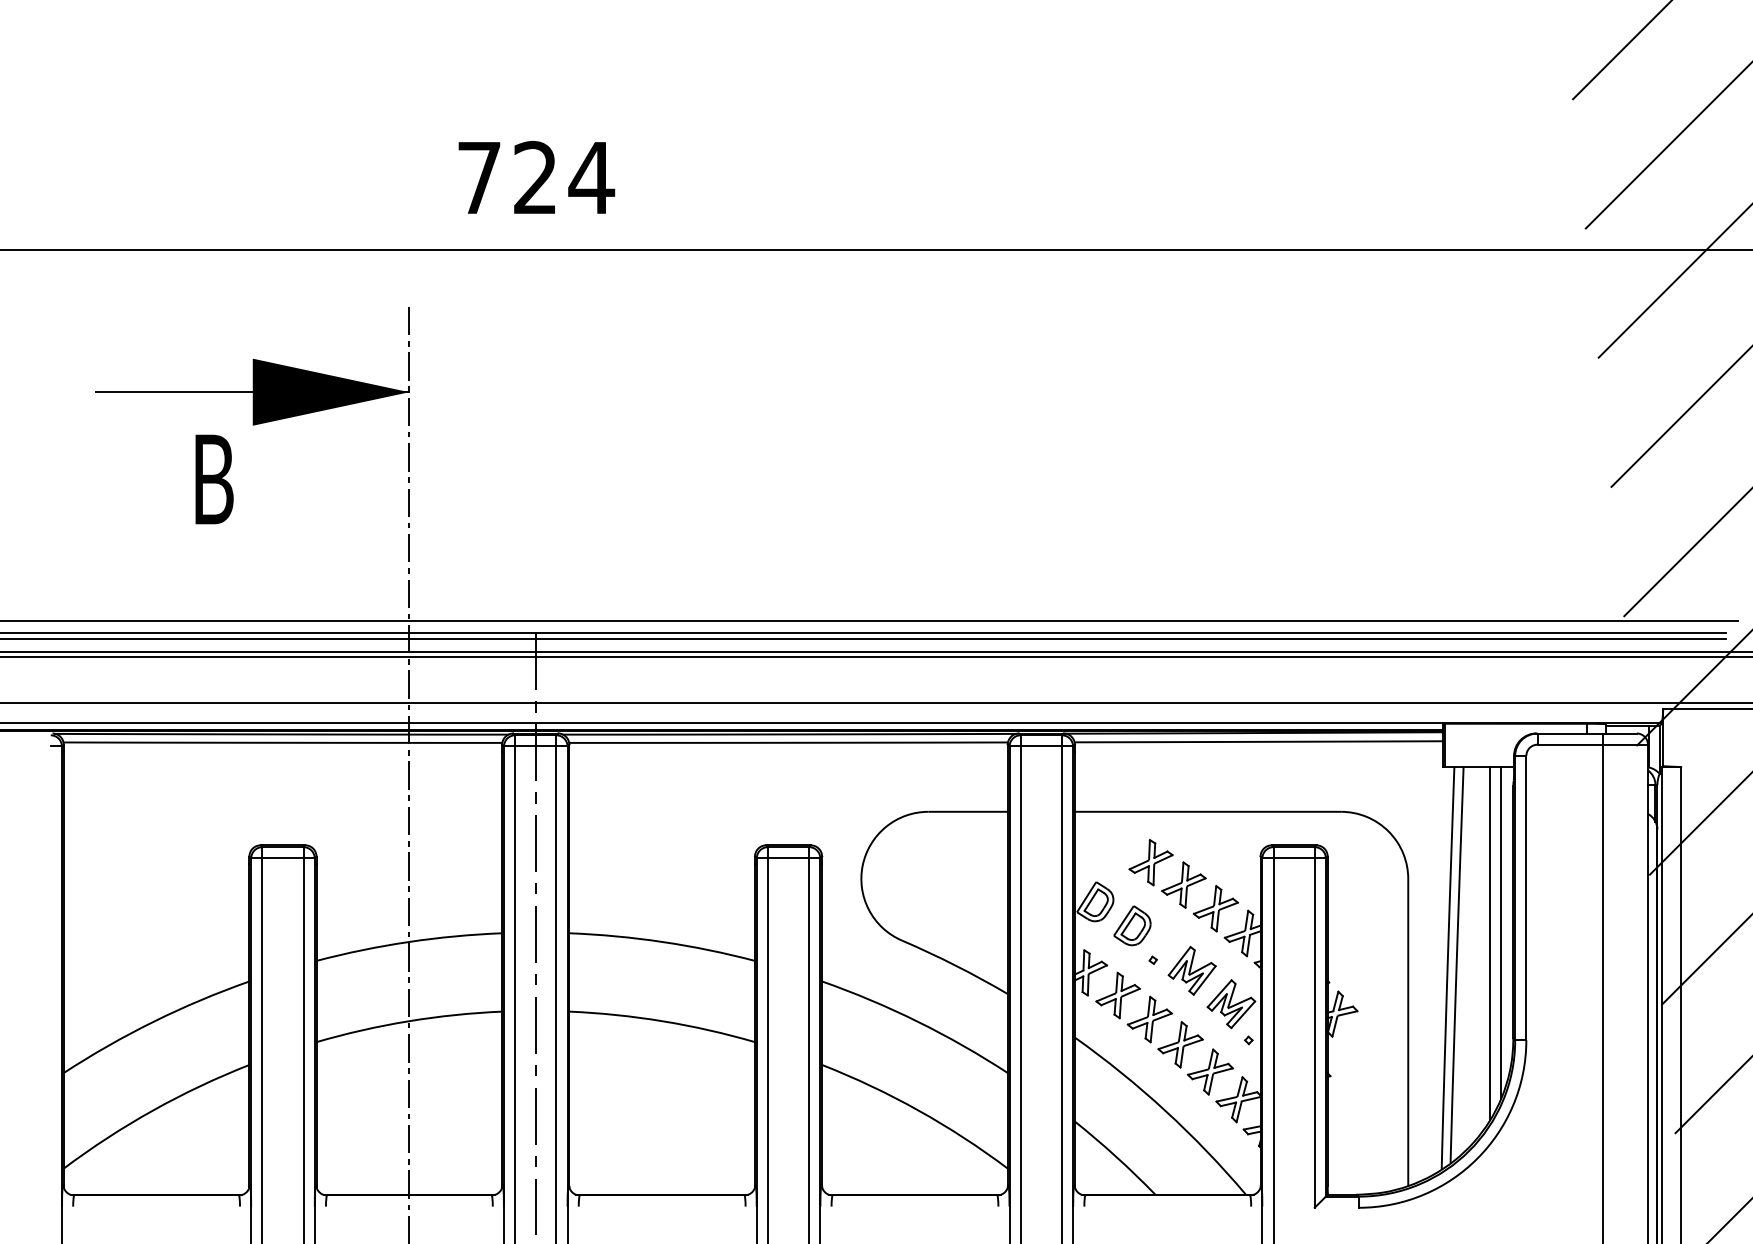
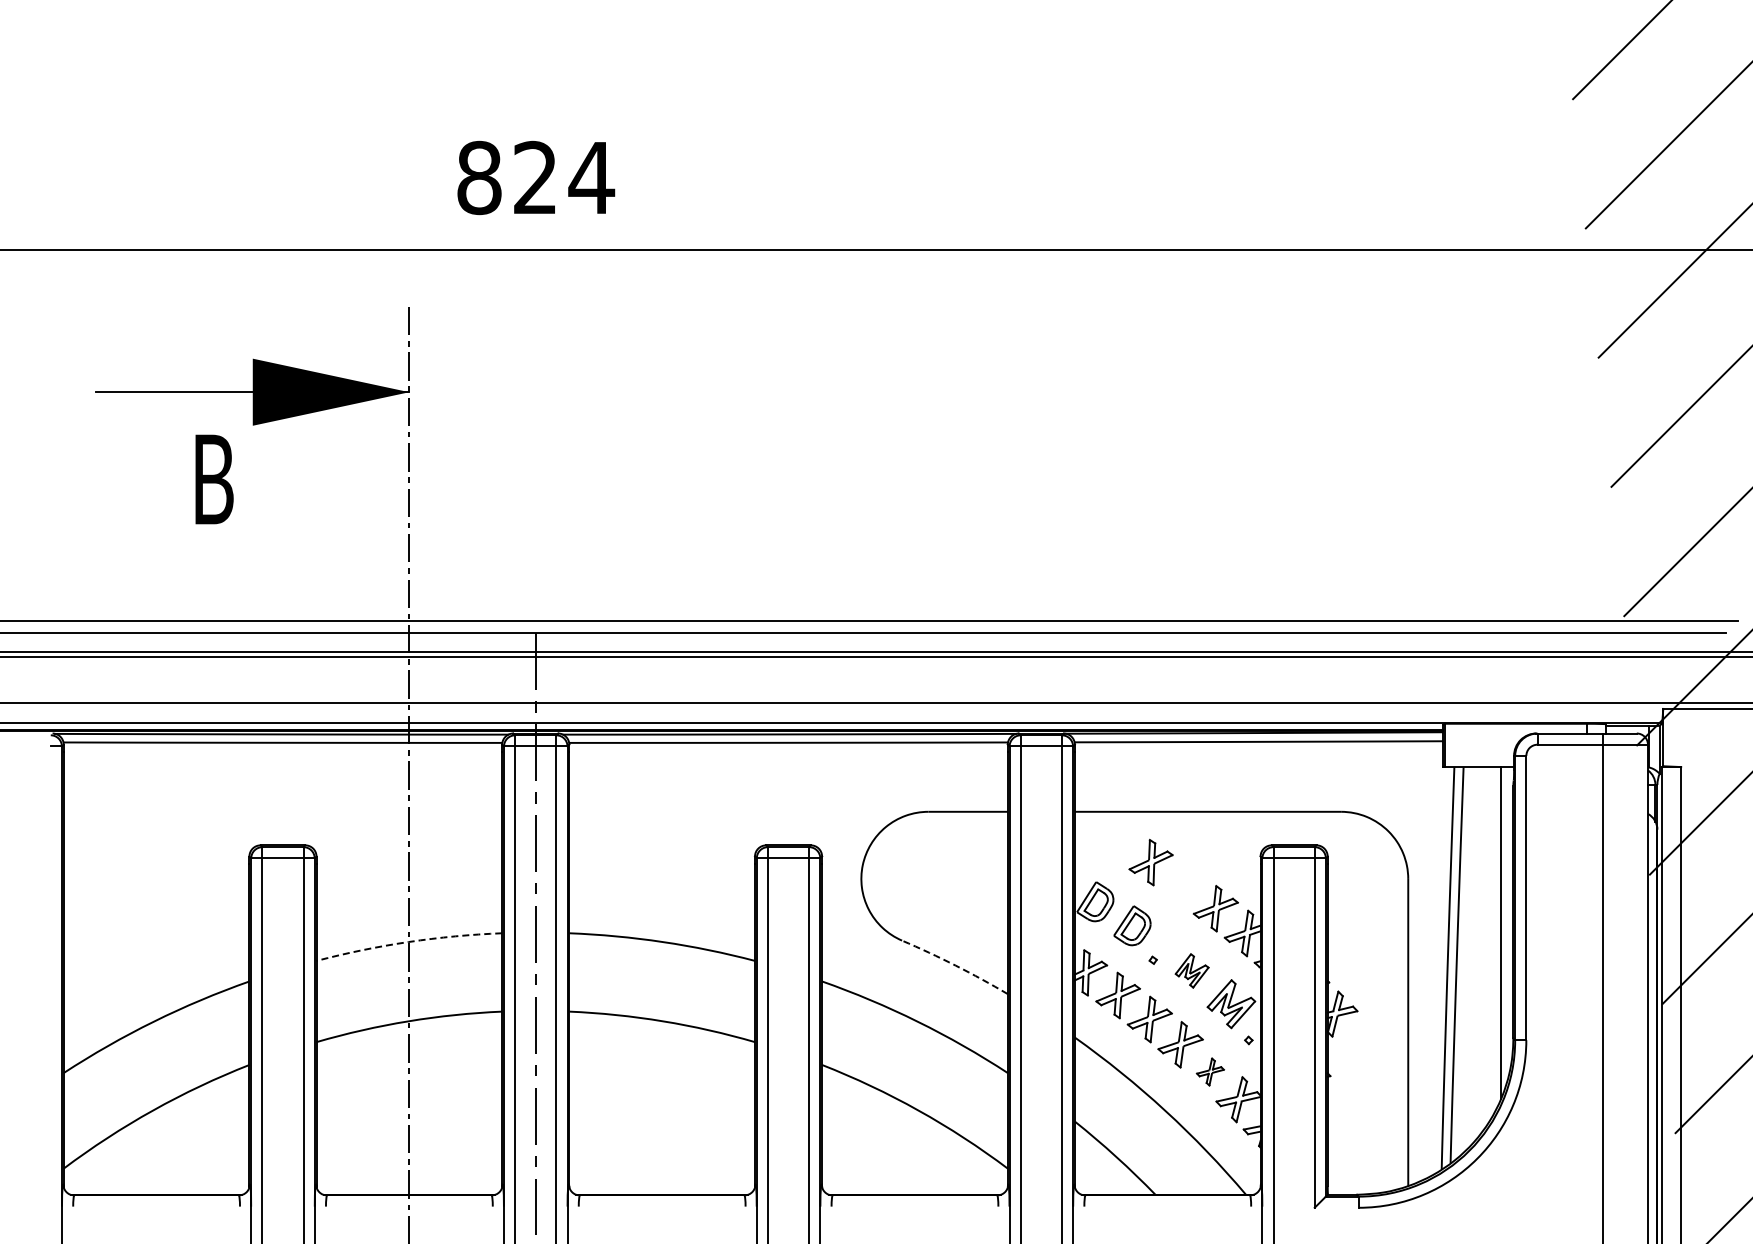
text at (479, 177): 724 -> 824
line at (864, 639): present -> none
part at (1183, 884): present -> none
arc at (408, 942): solid -> dashed
line at (1490, 943): present -> none
arc at (955, 965): solid -> dashed
part at (1191, 970) size: 50x50 px -> 36x36 px
part at (1210, 1071) size: 49x48 px -> 31x30 px
